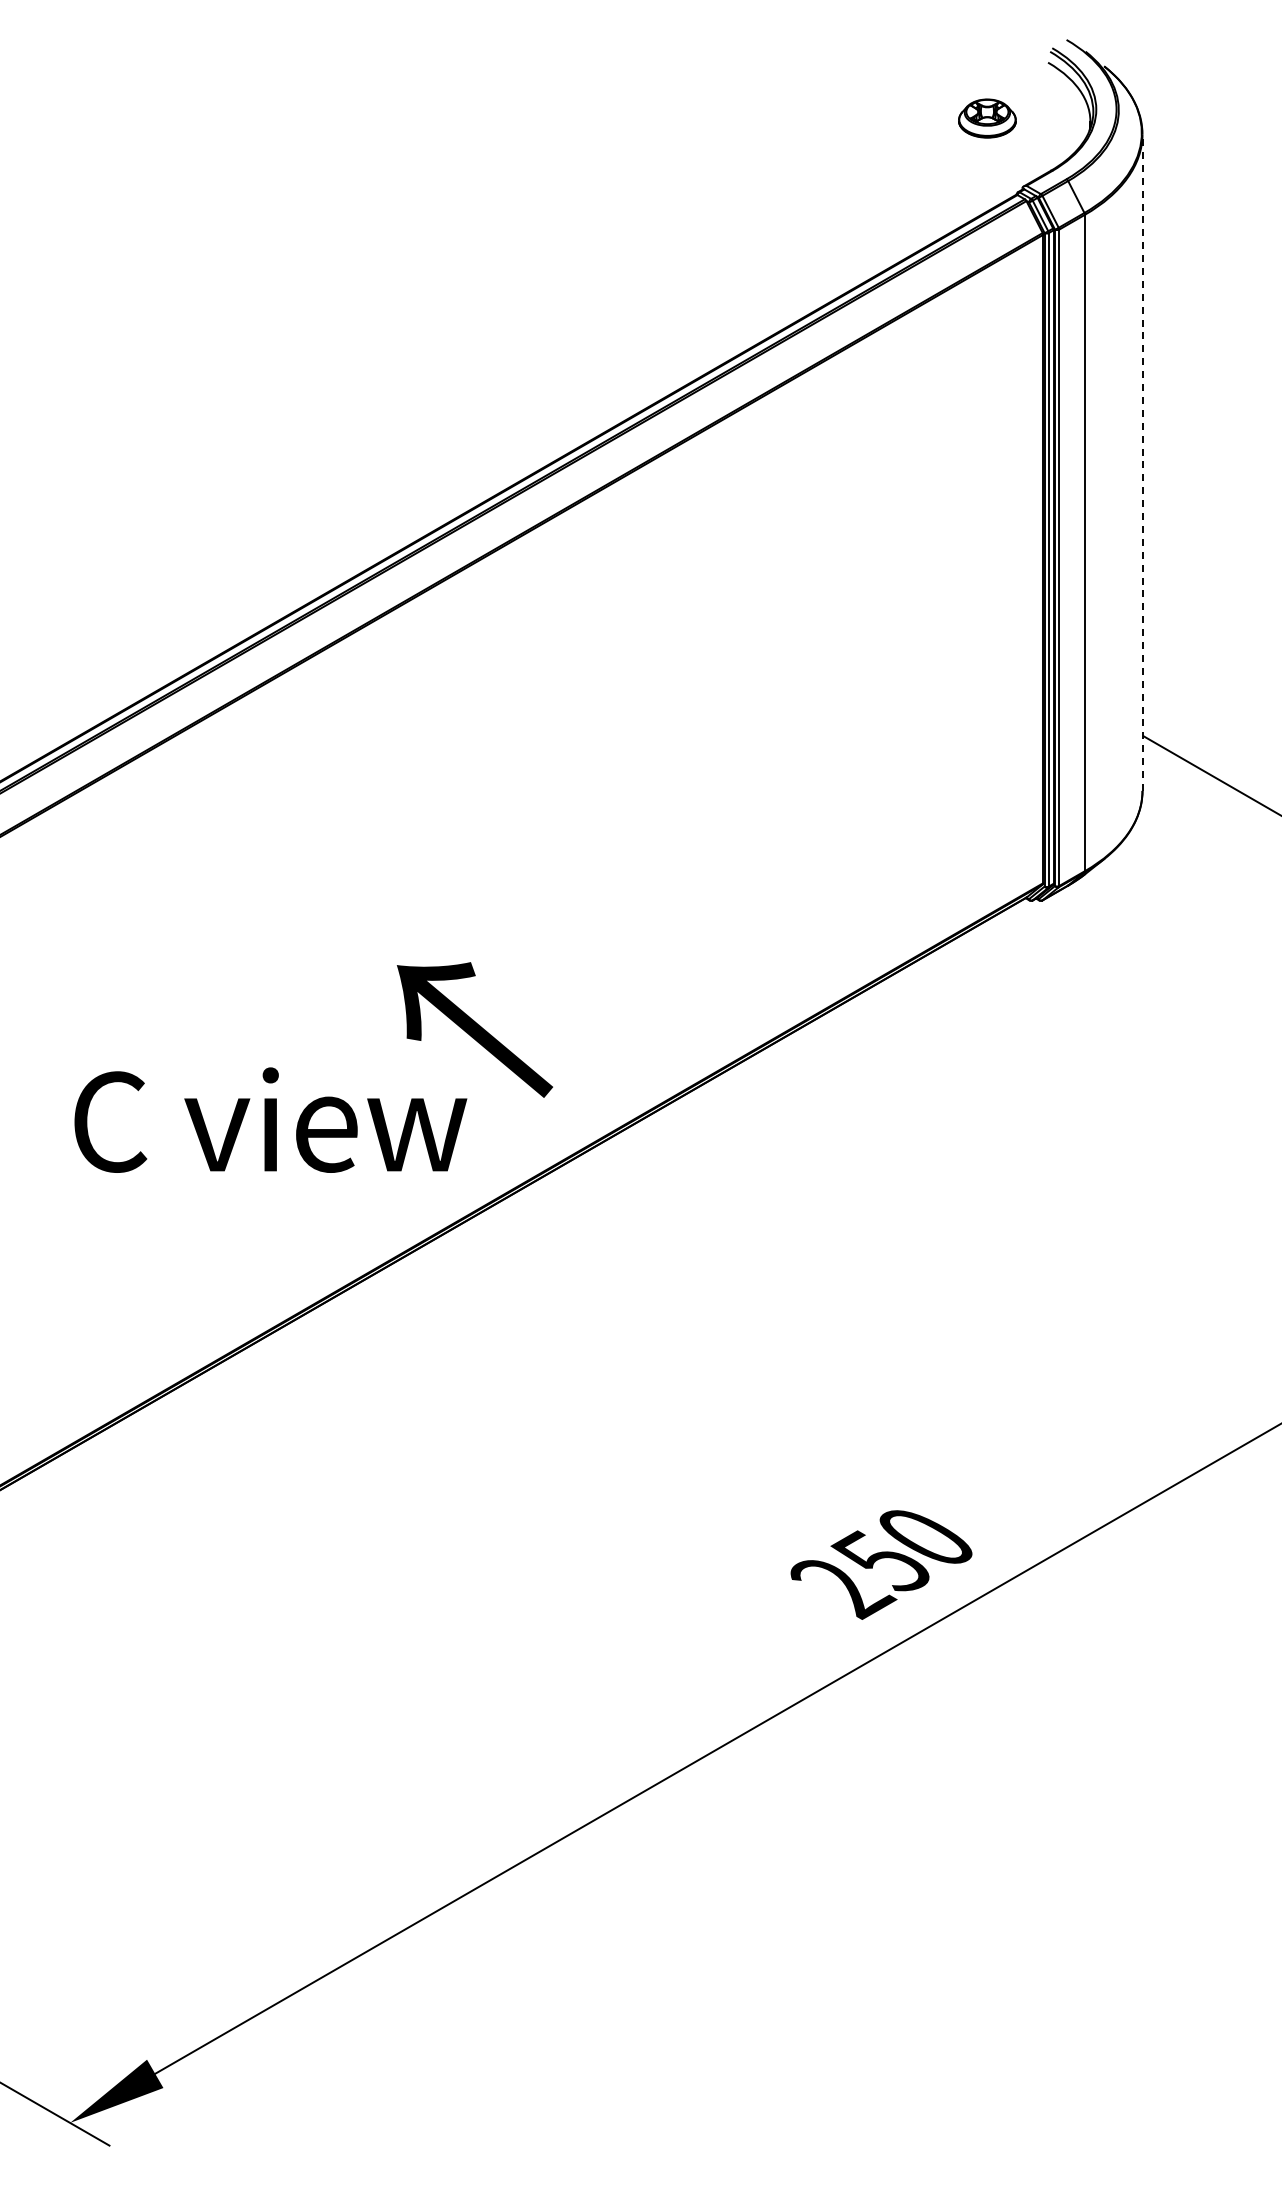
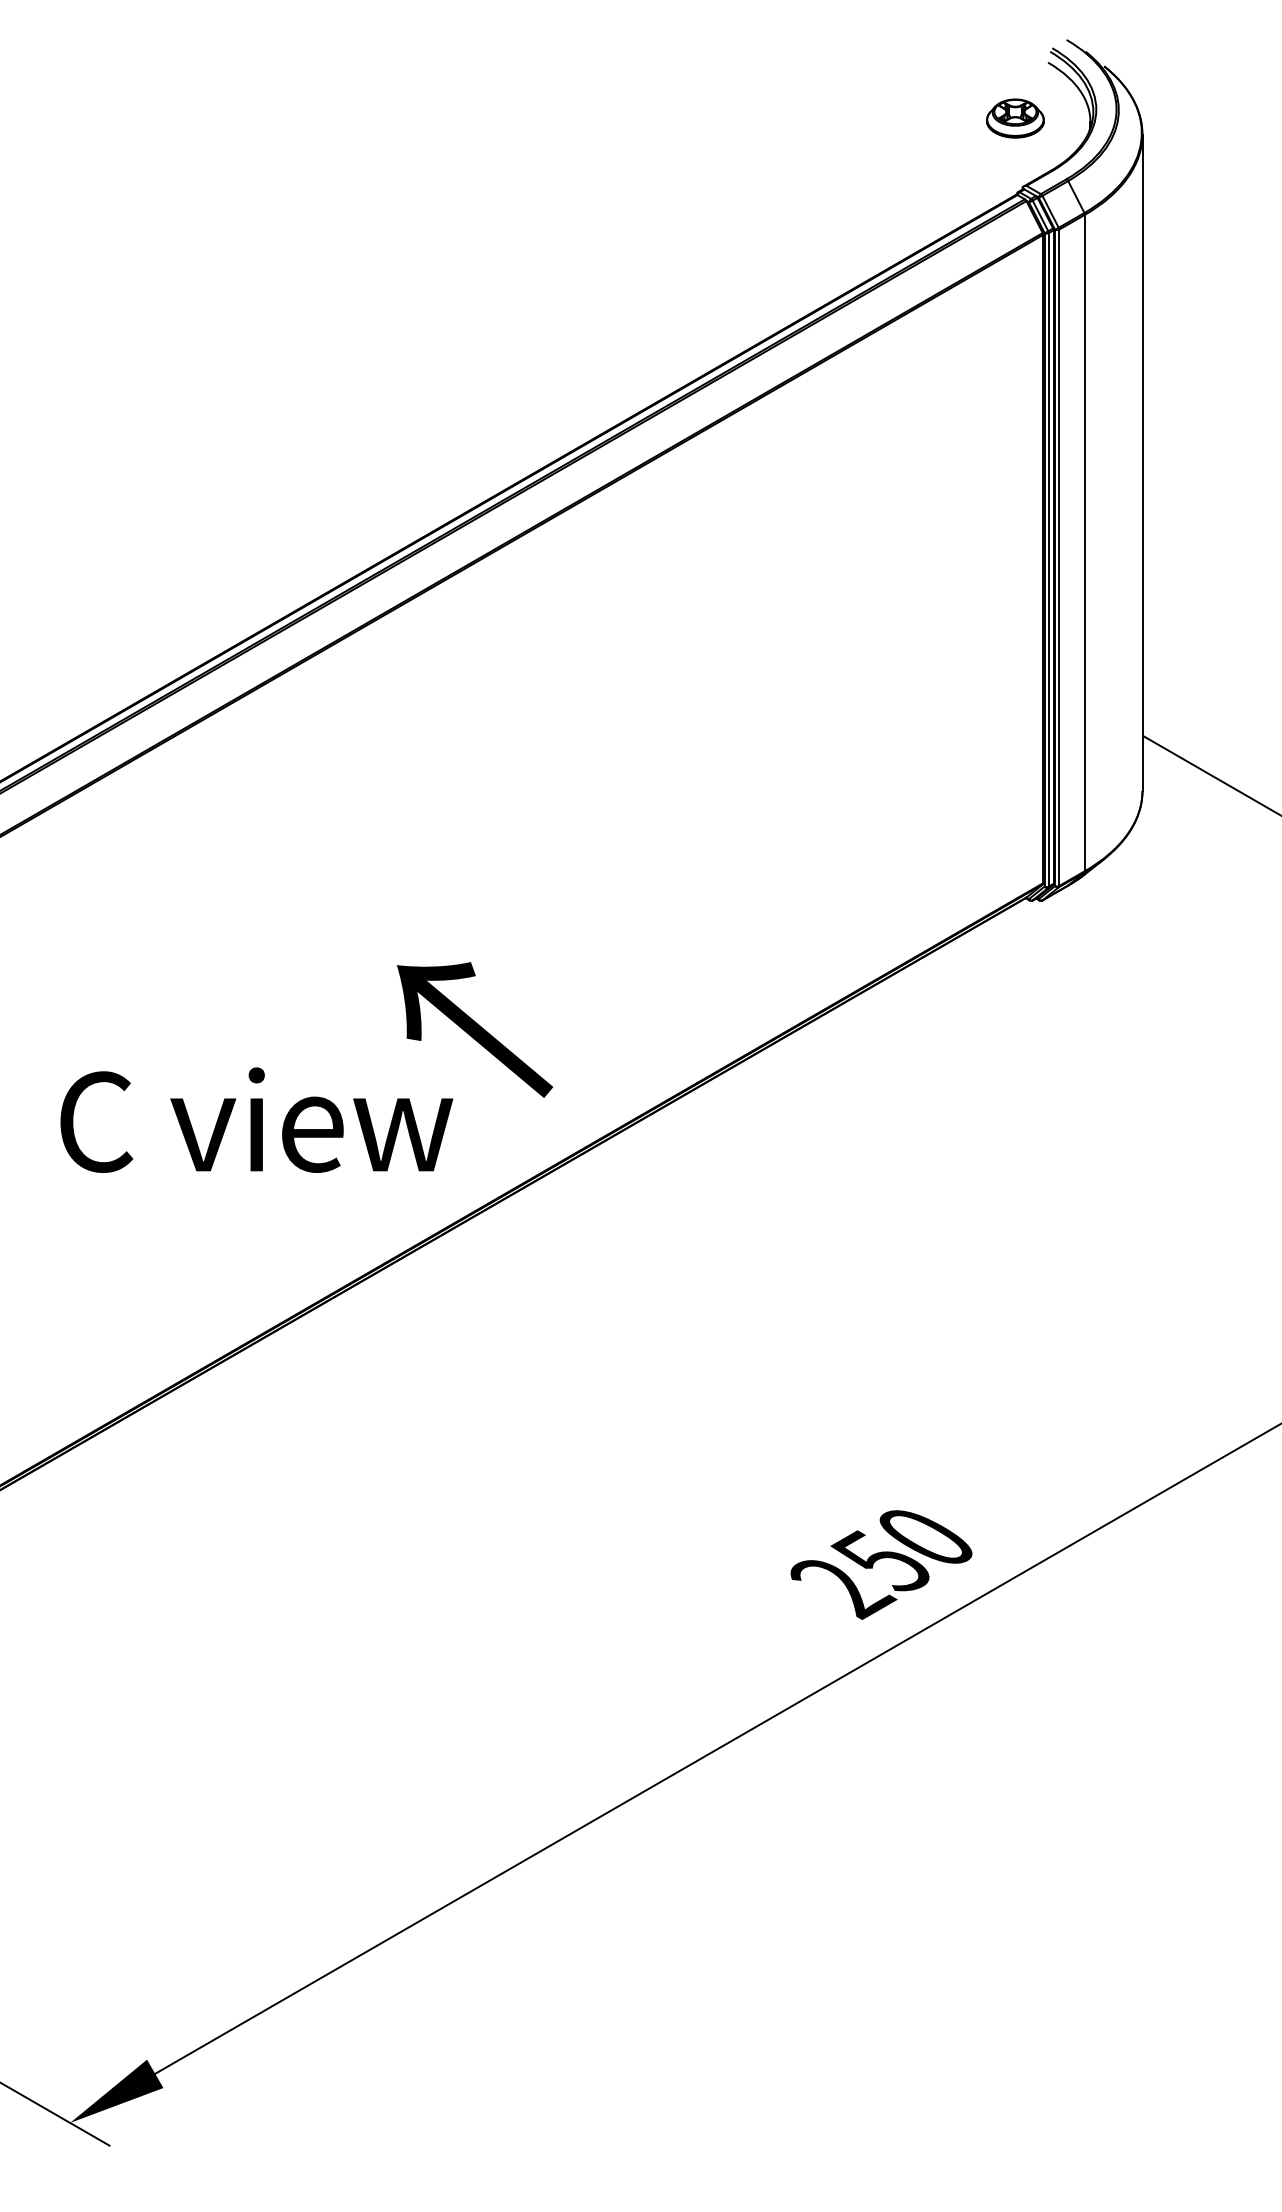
part at (987, 118) position: (987, 118) -> (1015, 118)
line at (1142, 462): dashed -> solid
text at (270, 1119) position: (270, 1119) -> (256, 1119)
